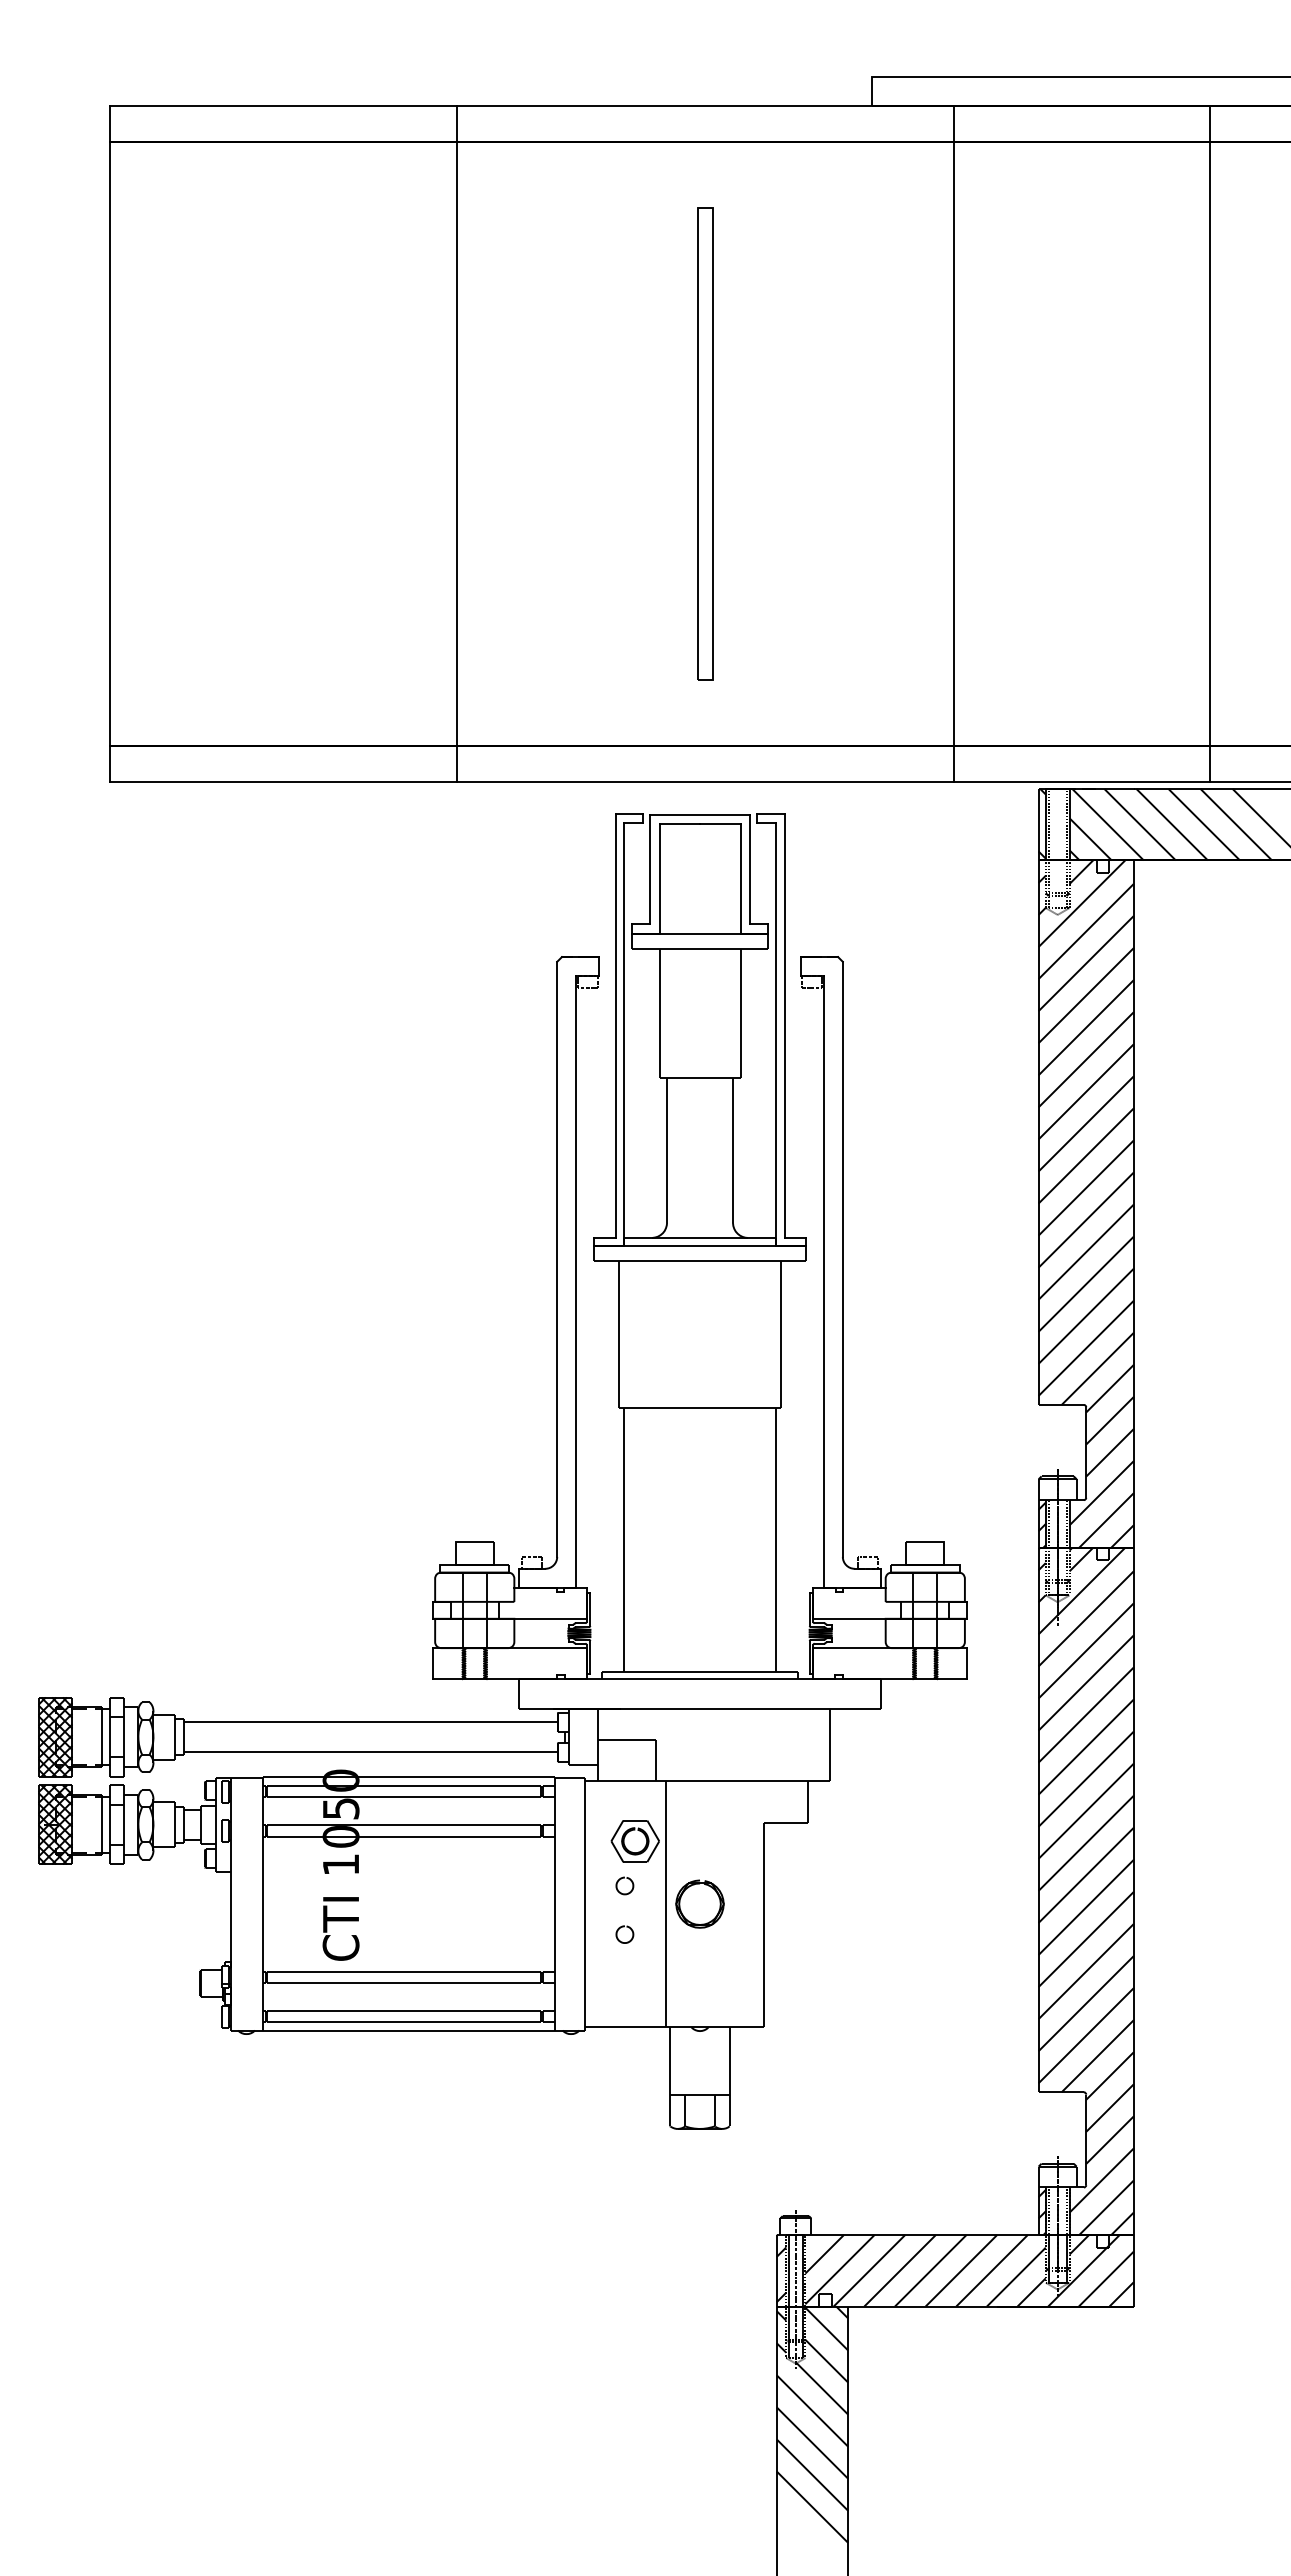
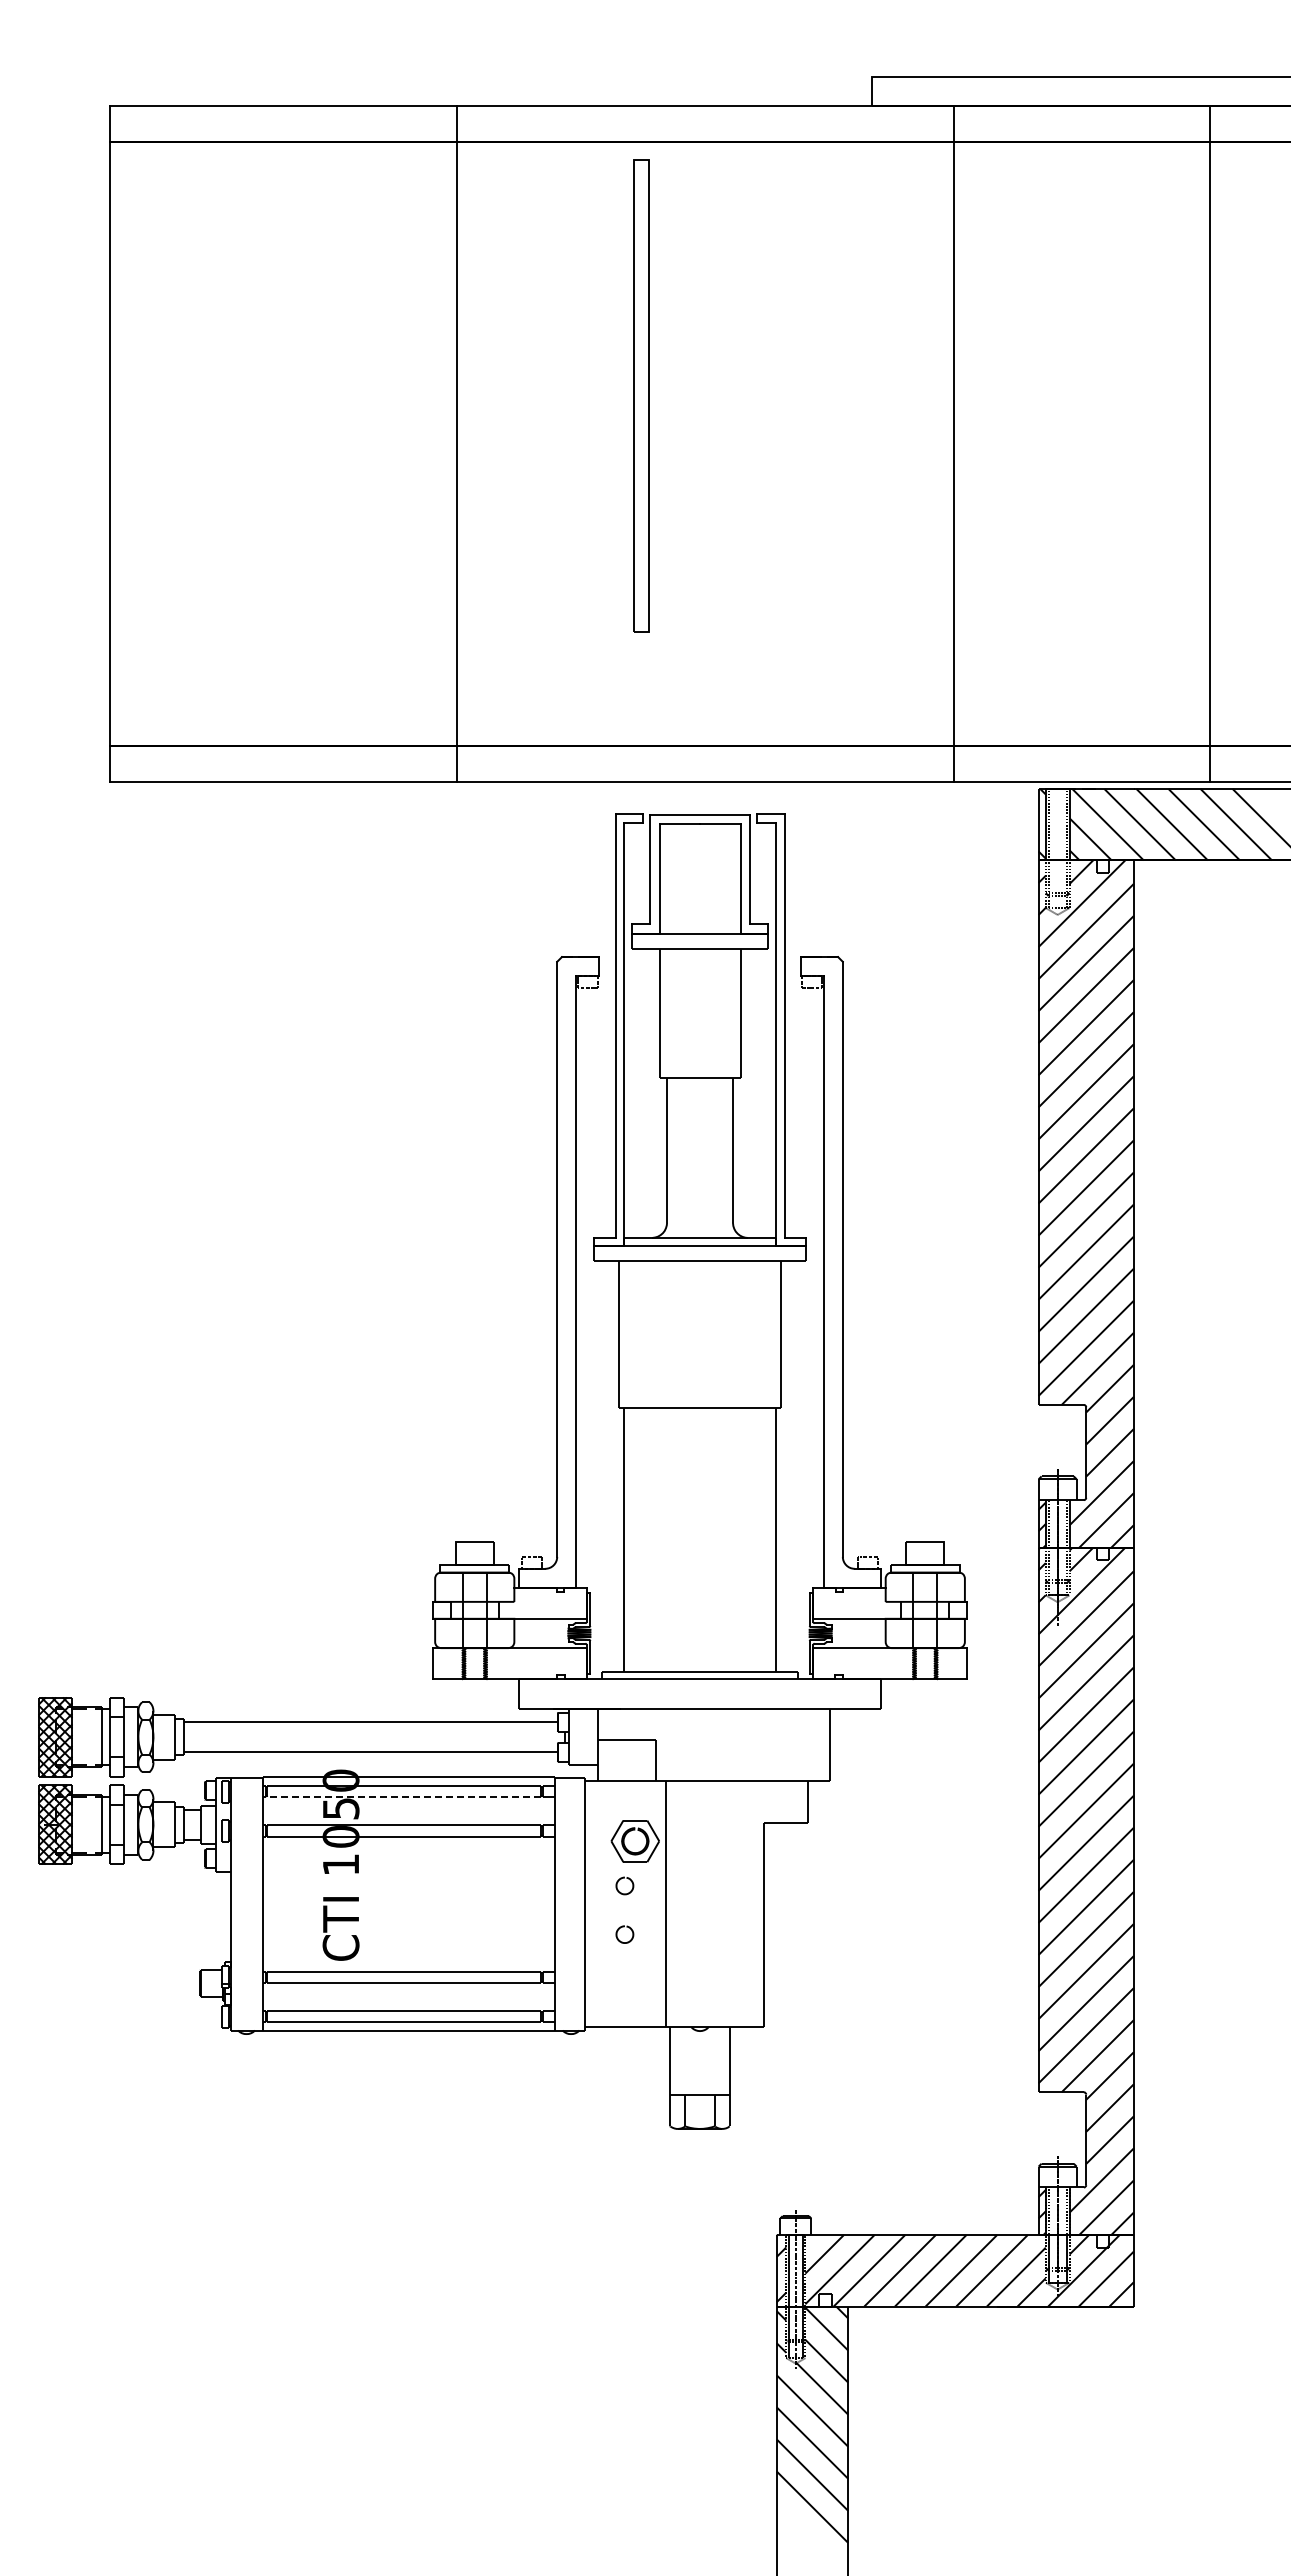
part at (705, 443) position: (705, 443) -> (641, 395)
line at (403, 1797): solid -> dashed
part at (699, 1903): present -> none
